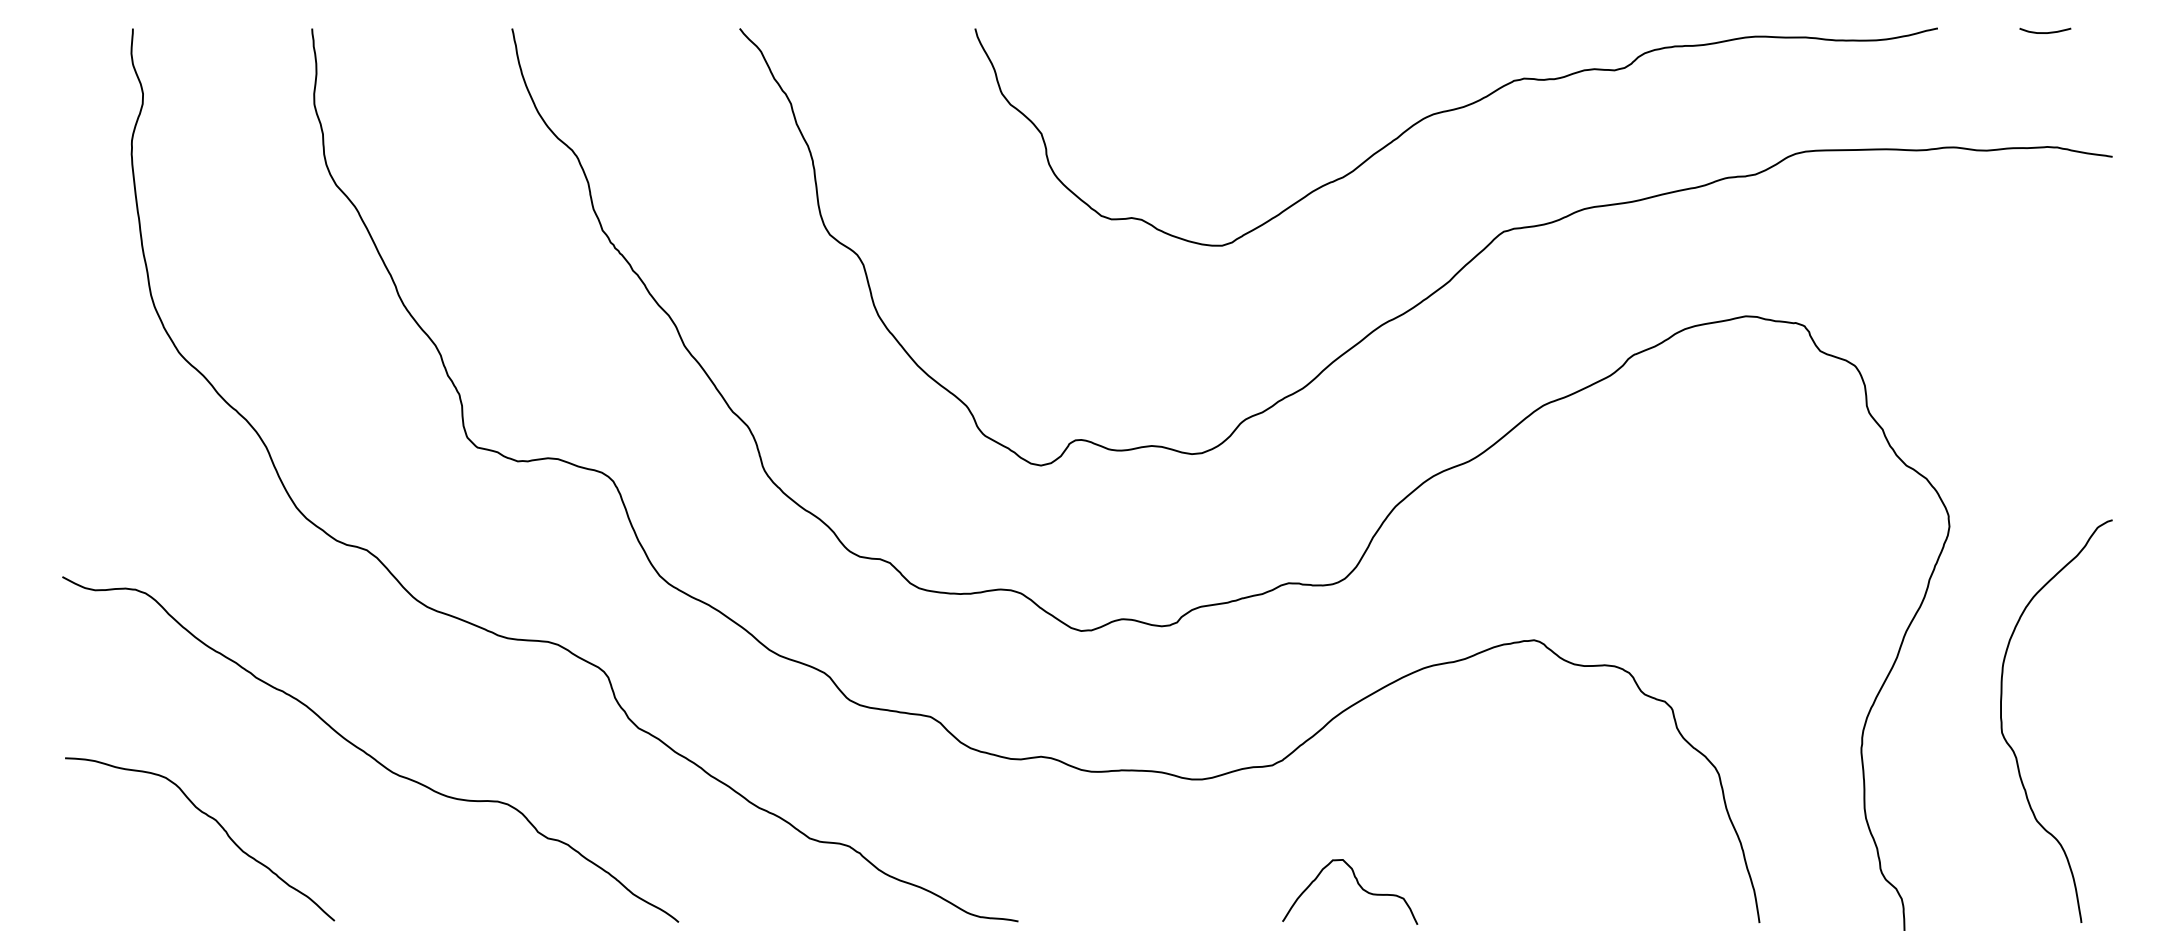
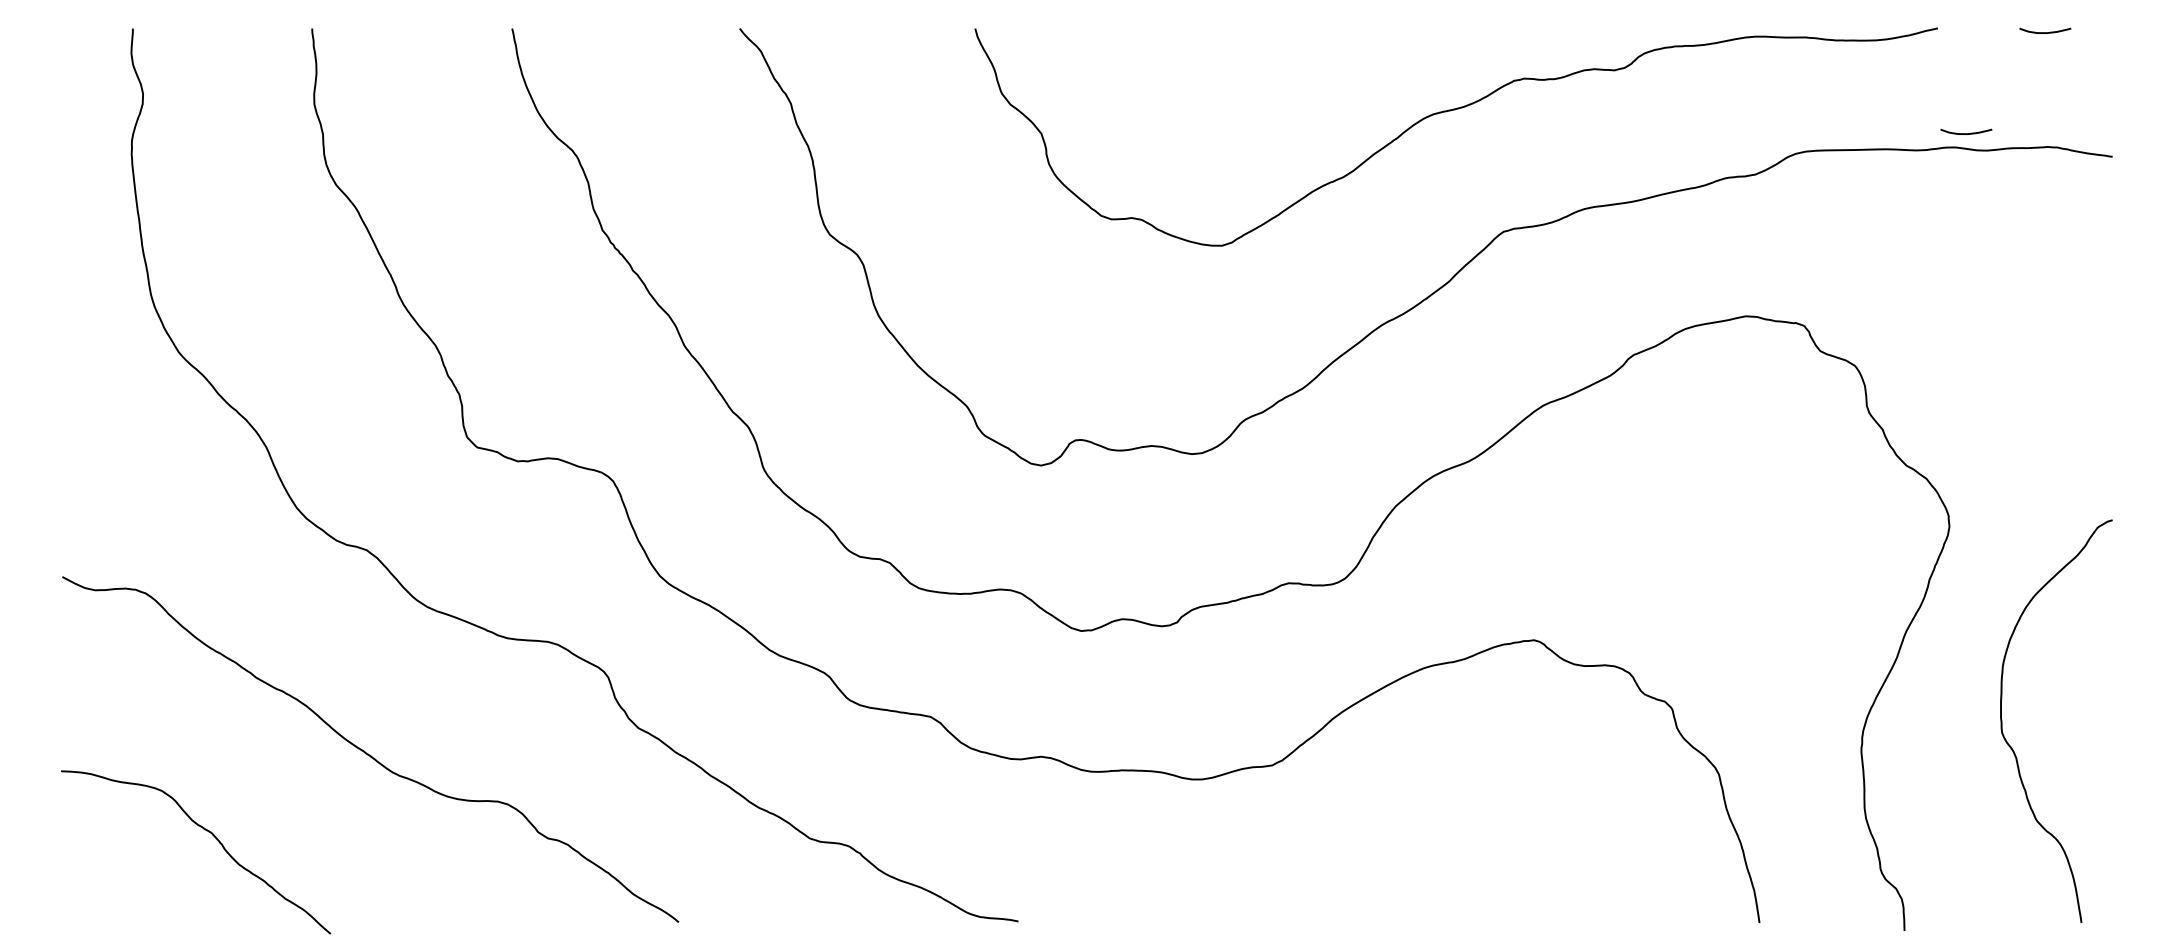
curve at (1966, 133): none -> present
curve at (210, 818) position: (210, 818) -> (206, 831)
curve at (1357, 884): present -> none
